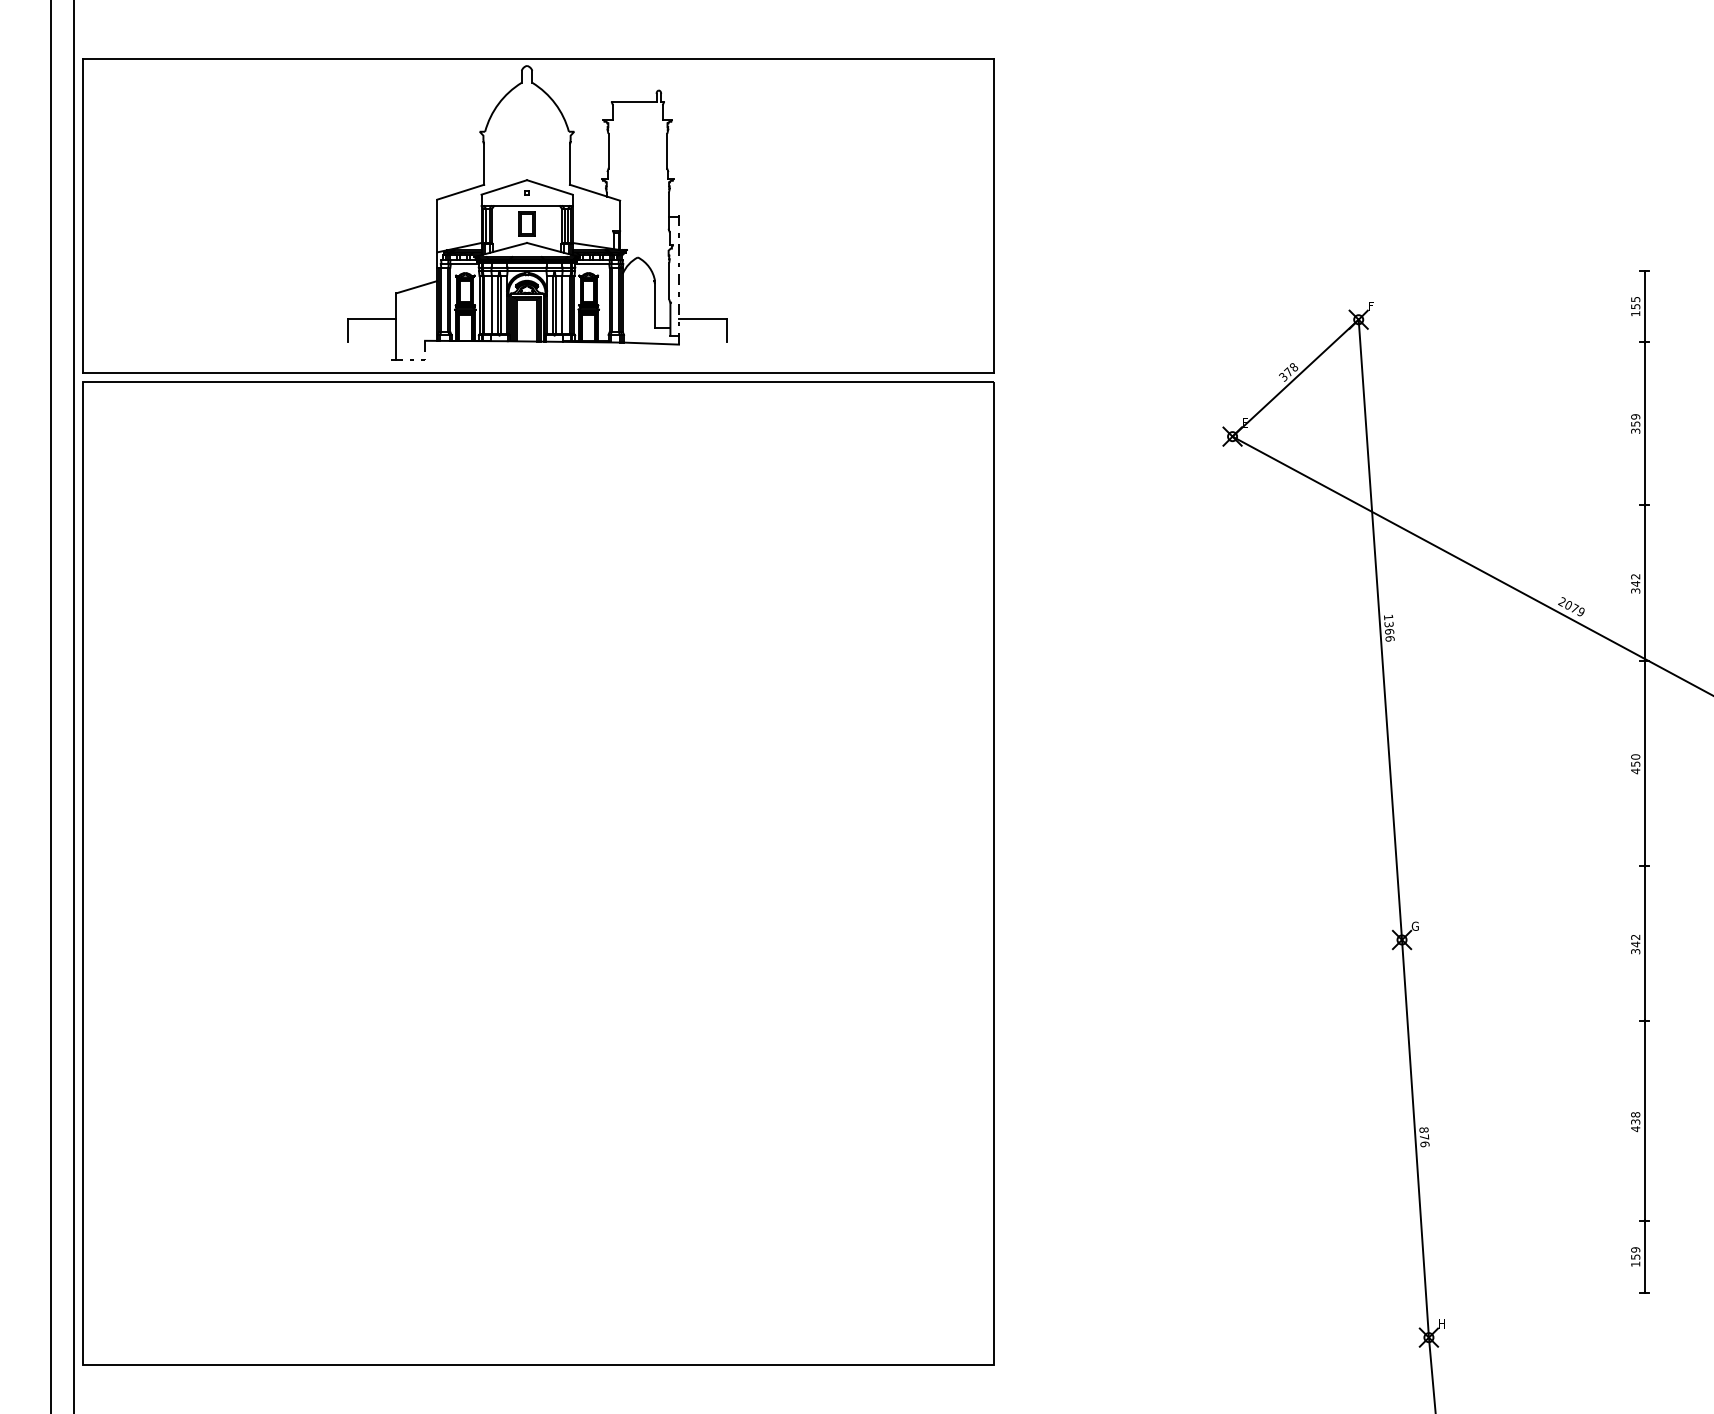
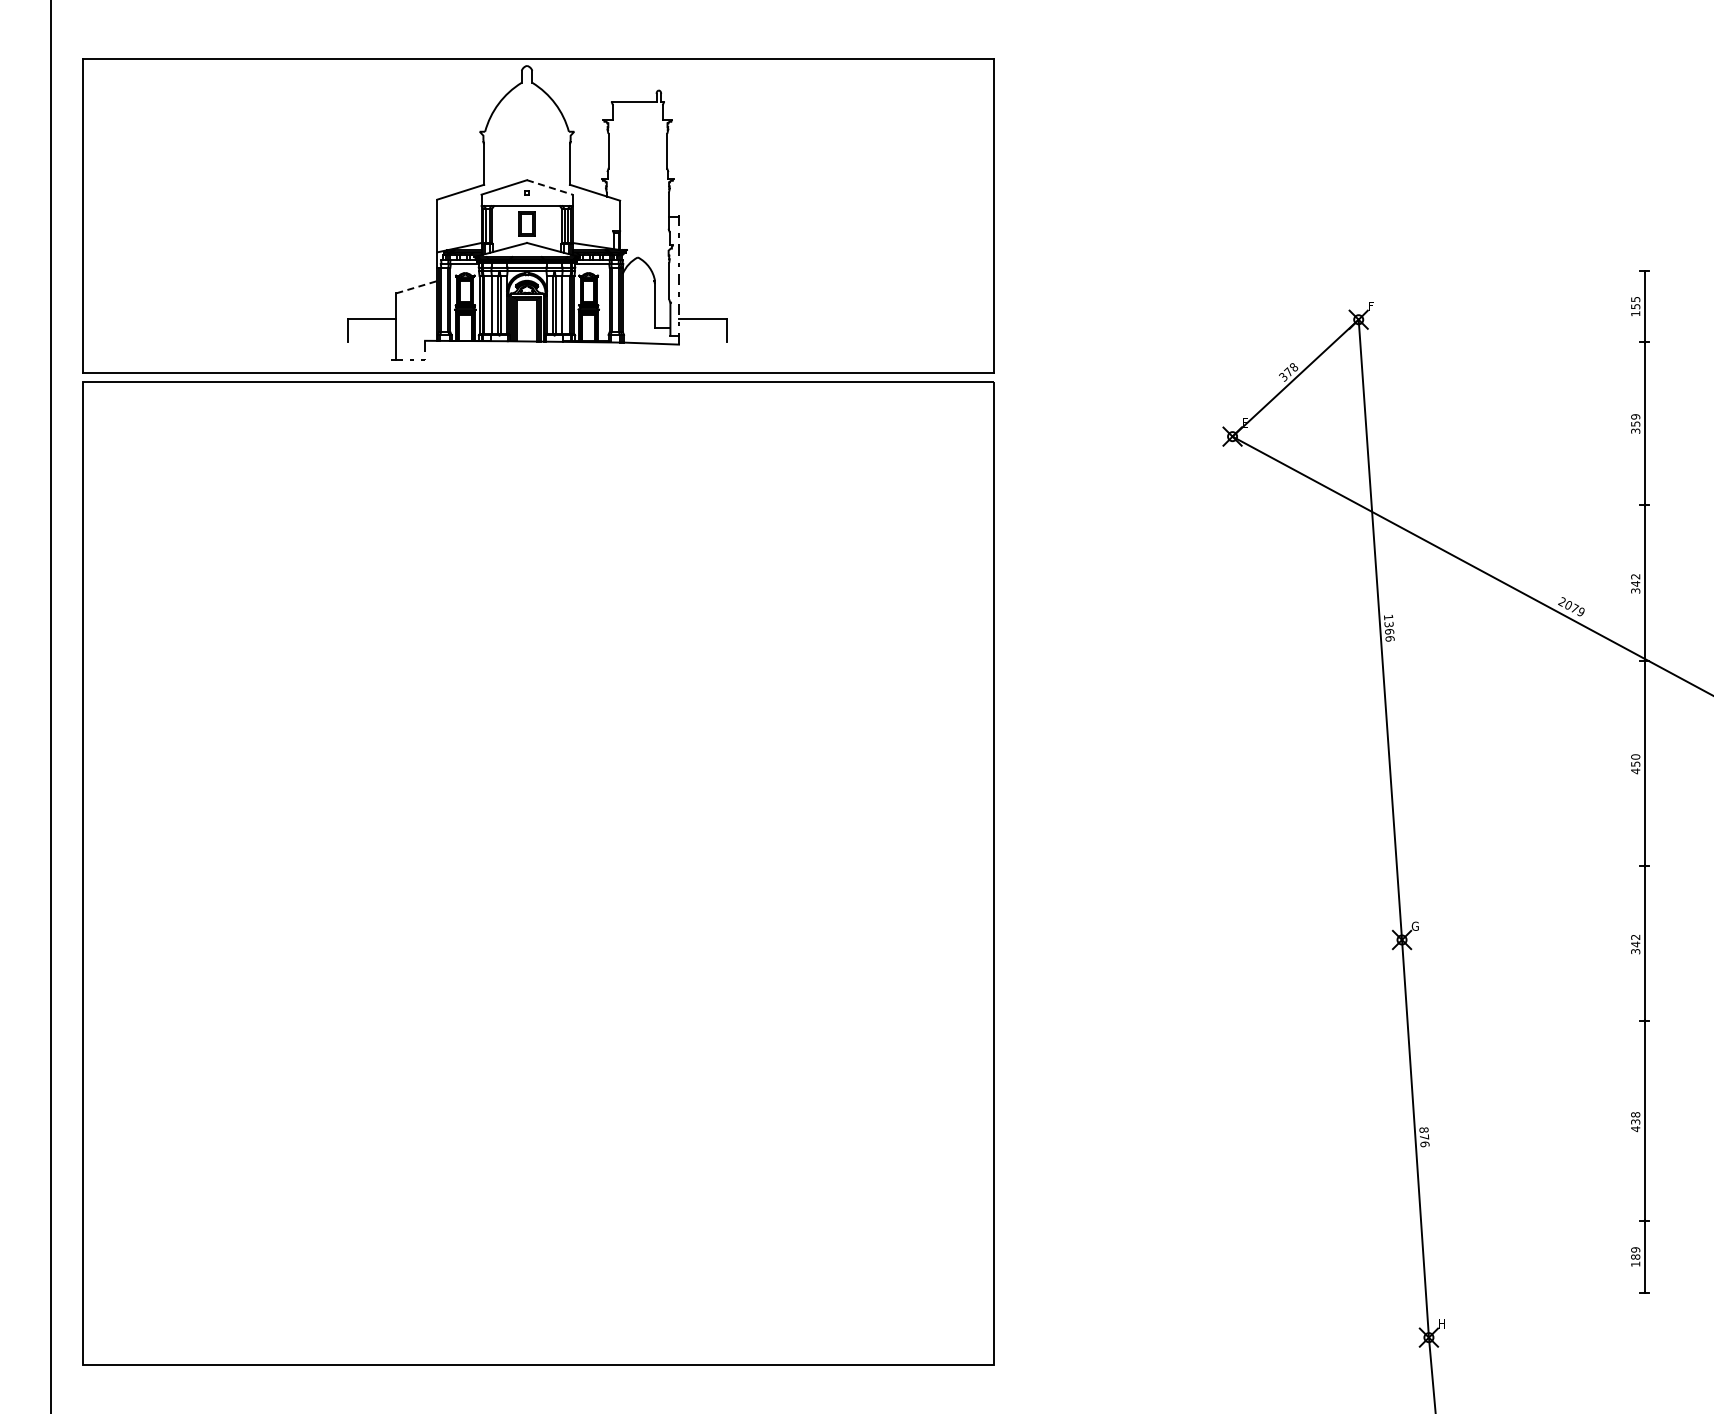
line at (549, 187): solid -> dashed
line at (417, 287): solid -> dashed
line at (74, 706): present -> none
text at (1635, 1256): 159 -> 189
